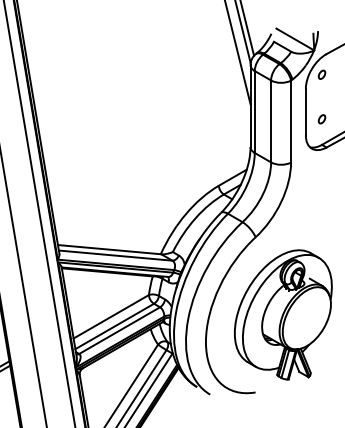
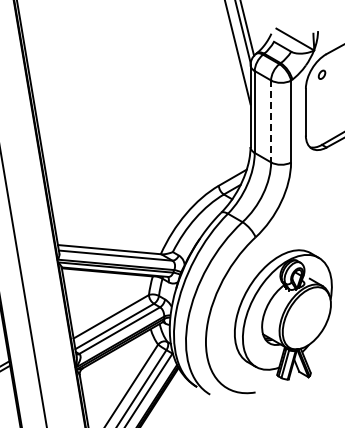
part at (321, 119): present -> none
line at (271, 121): solid -> dashed
line at (39, 213): present -> none
